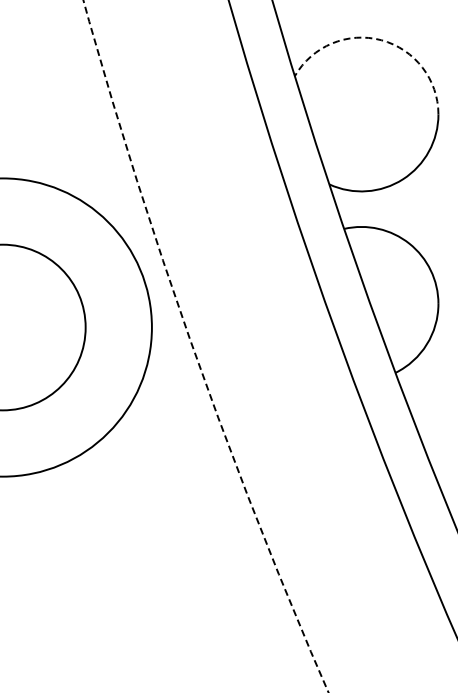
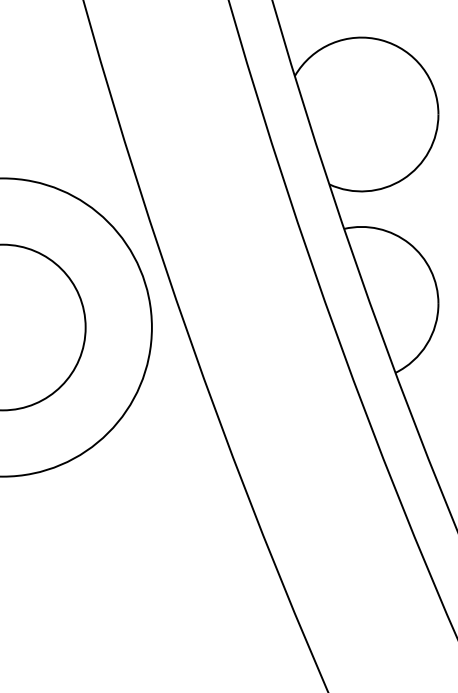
arc at (381, 40): dashed -> solid
arc at (193, 349): dashed -> solid
